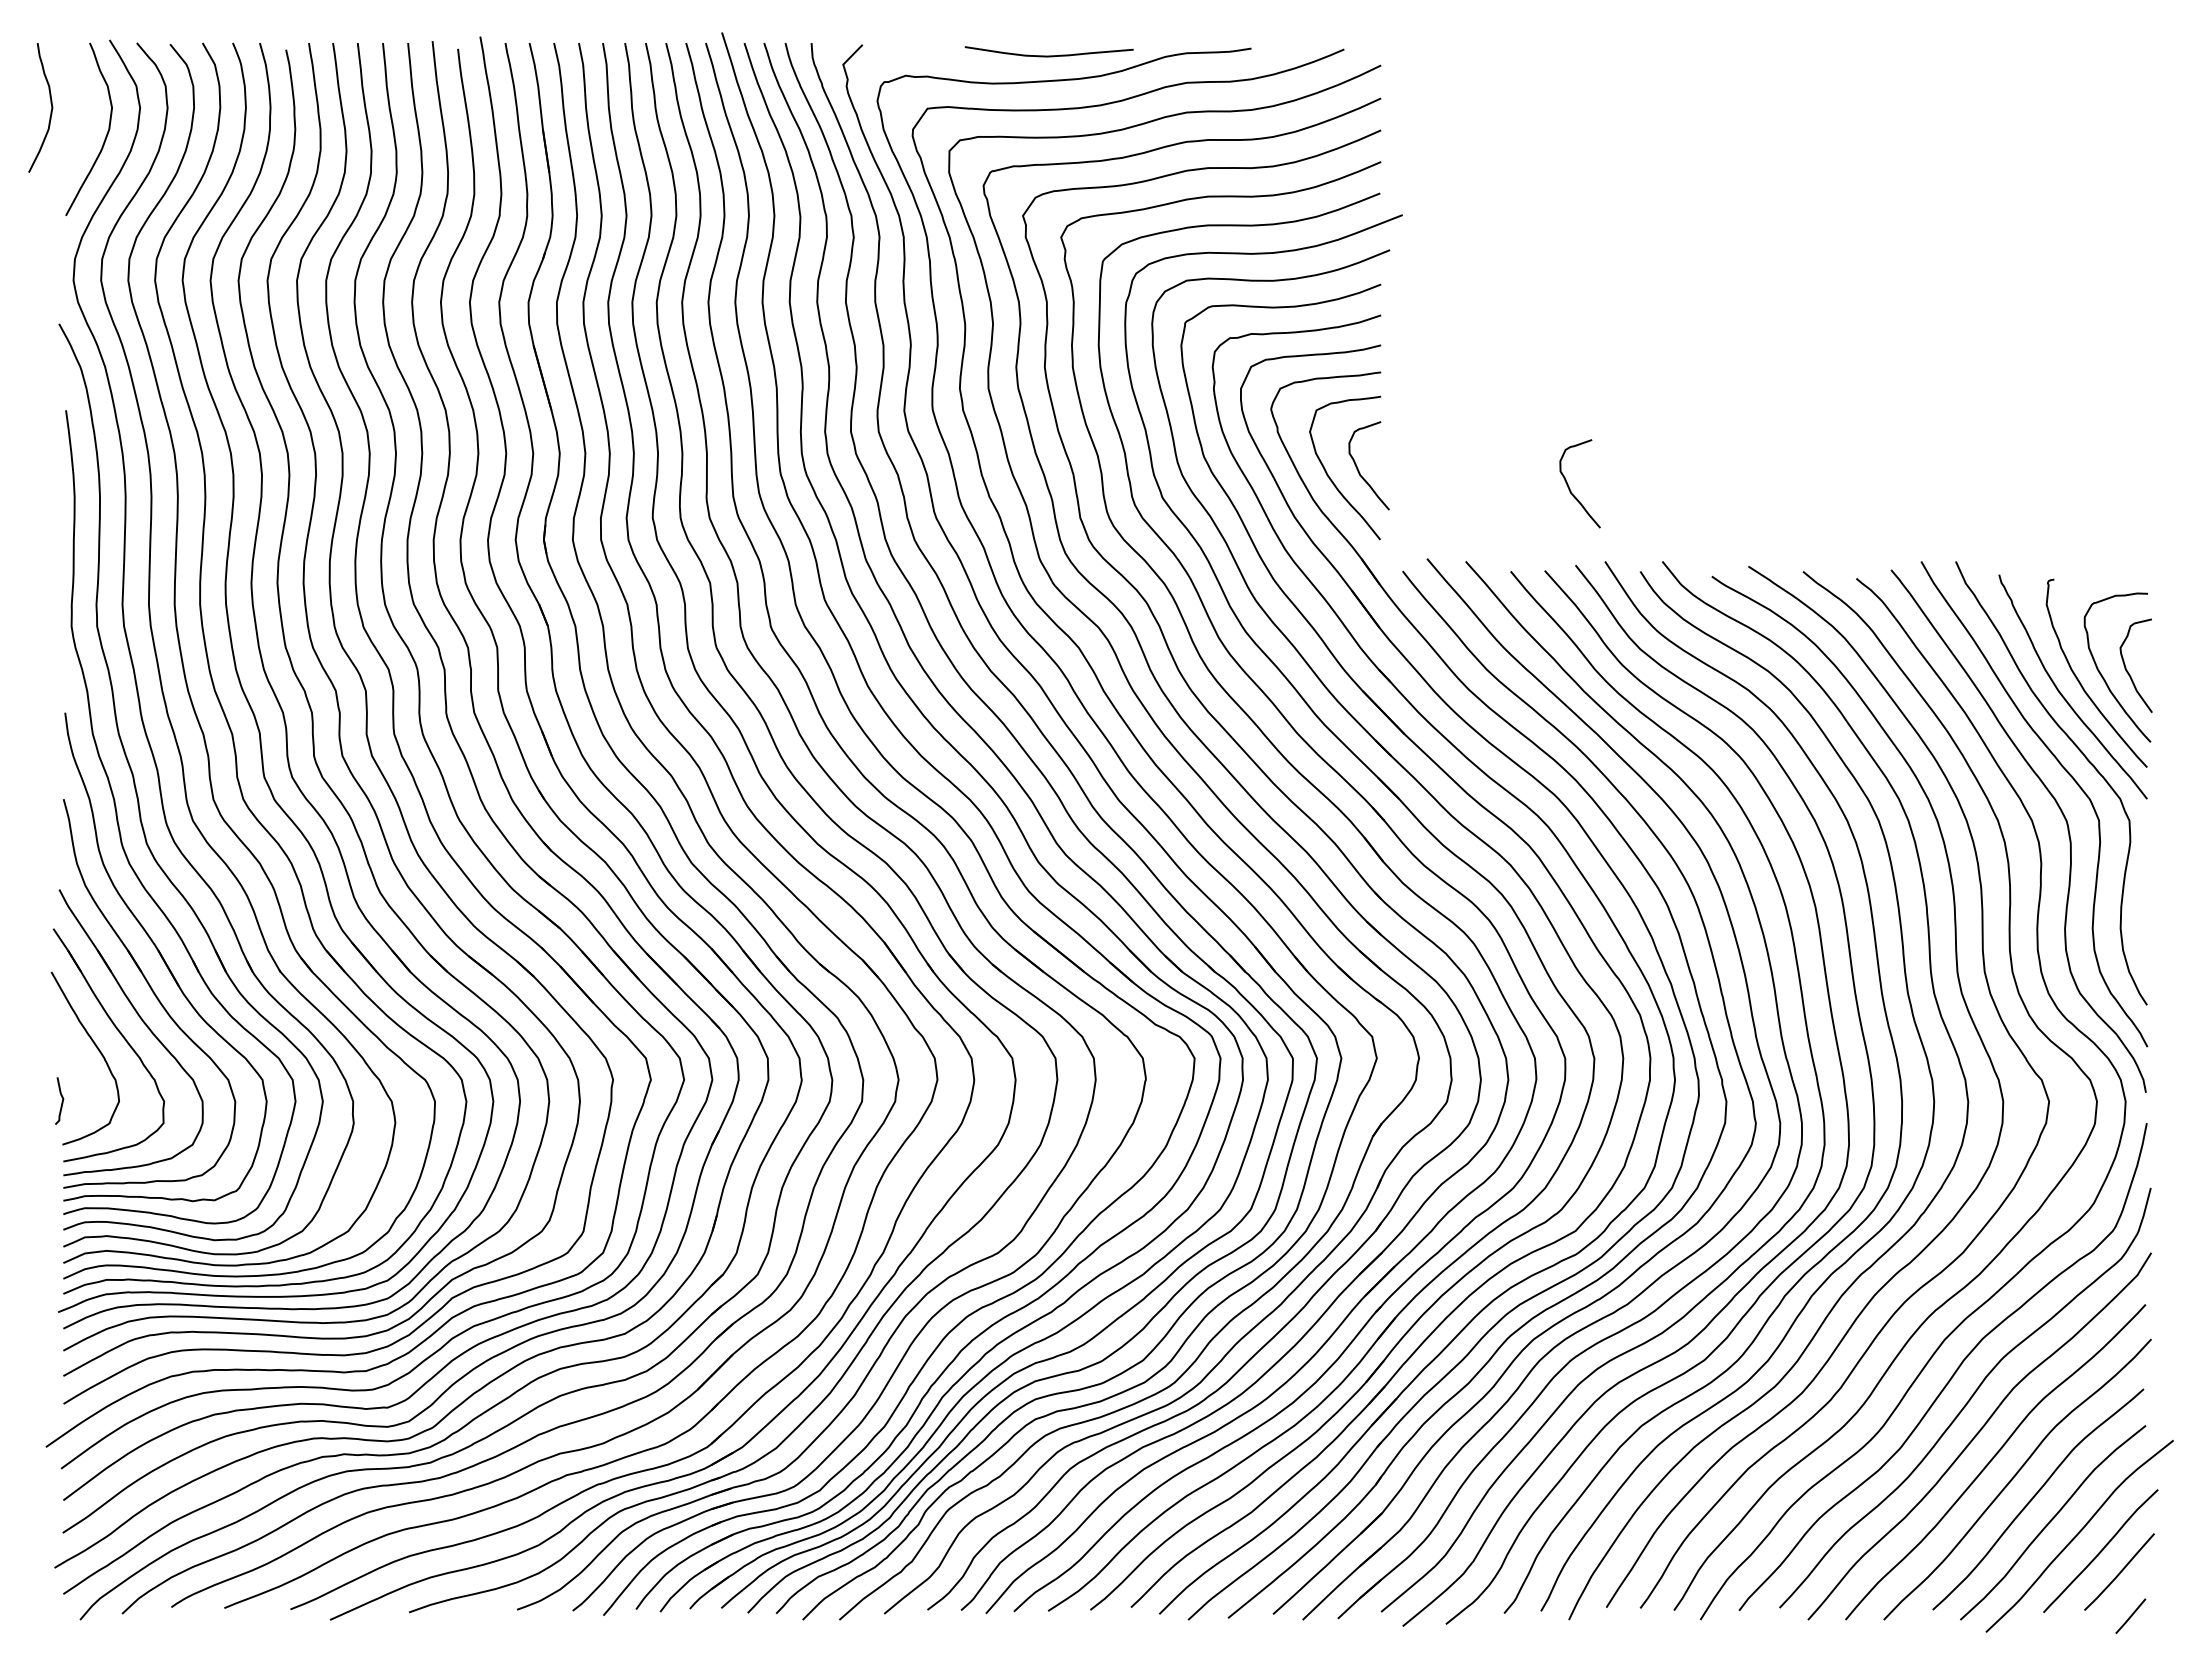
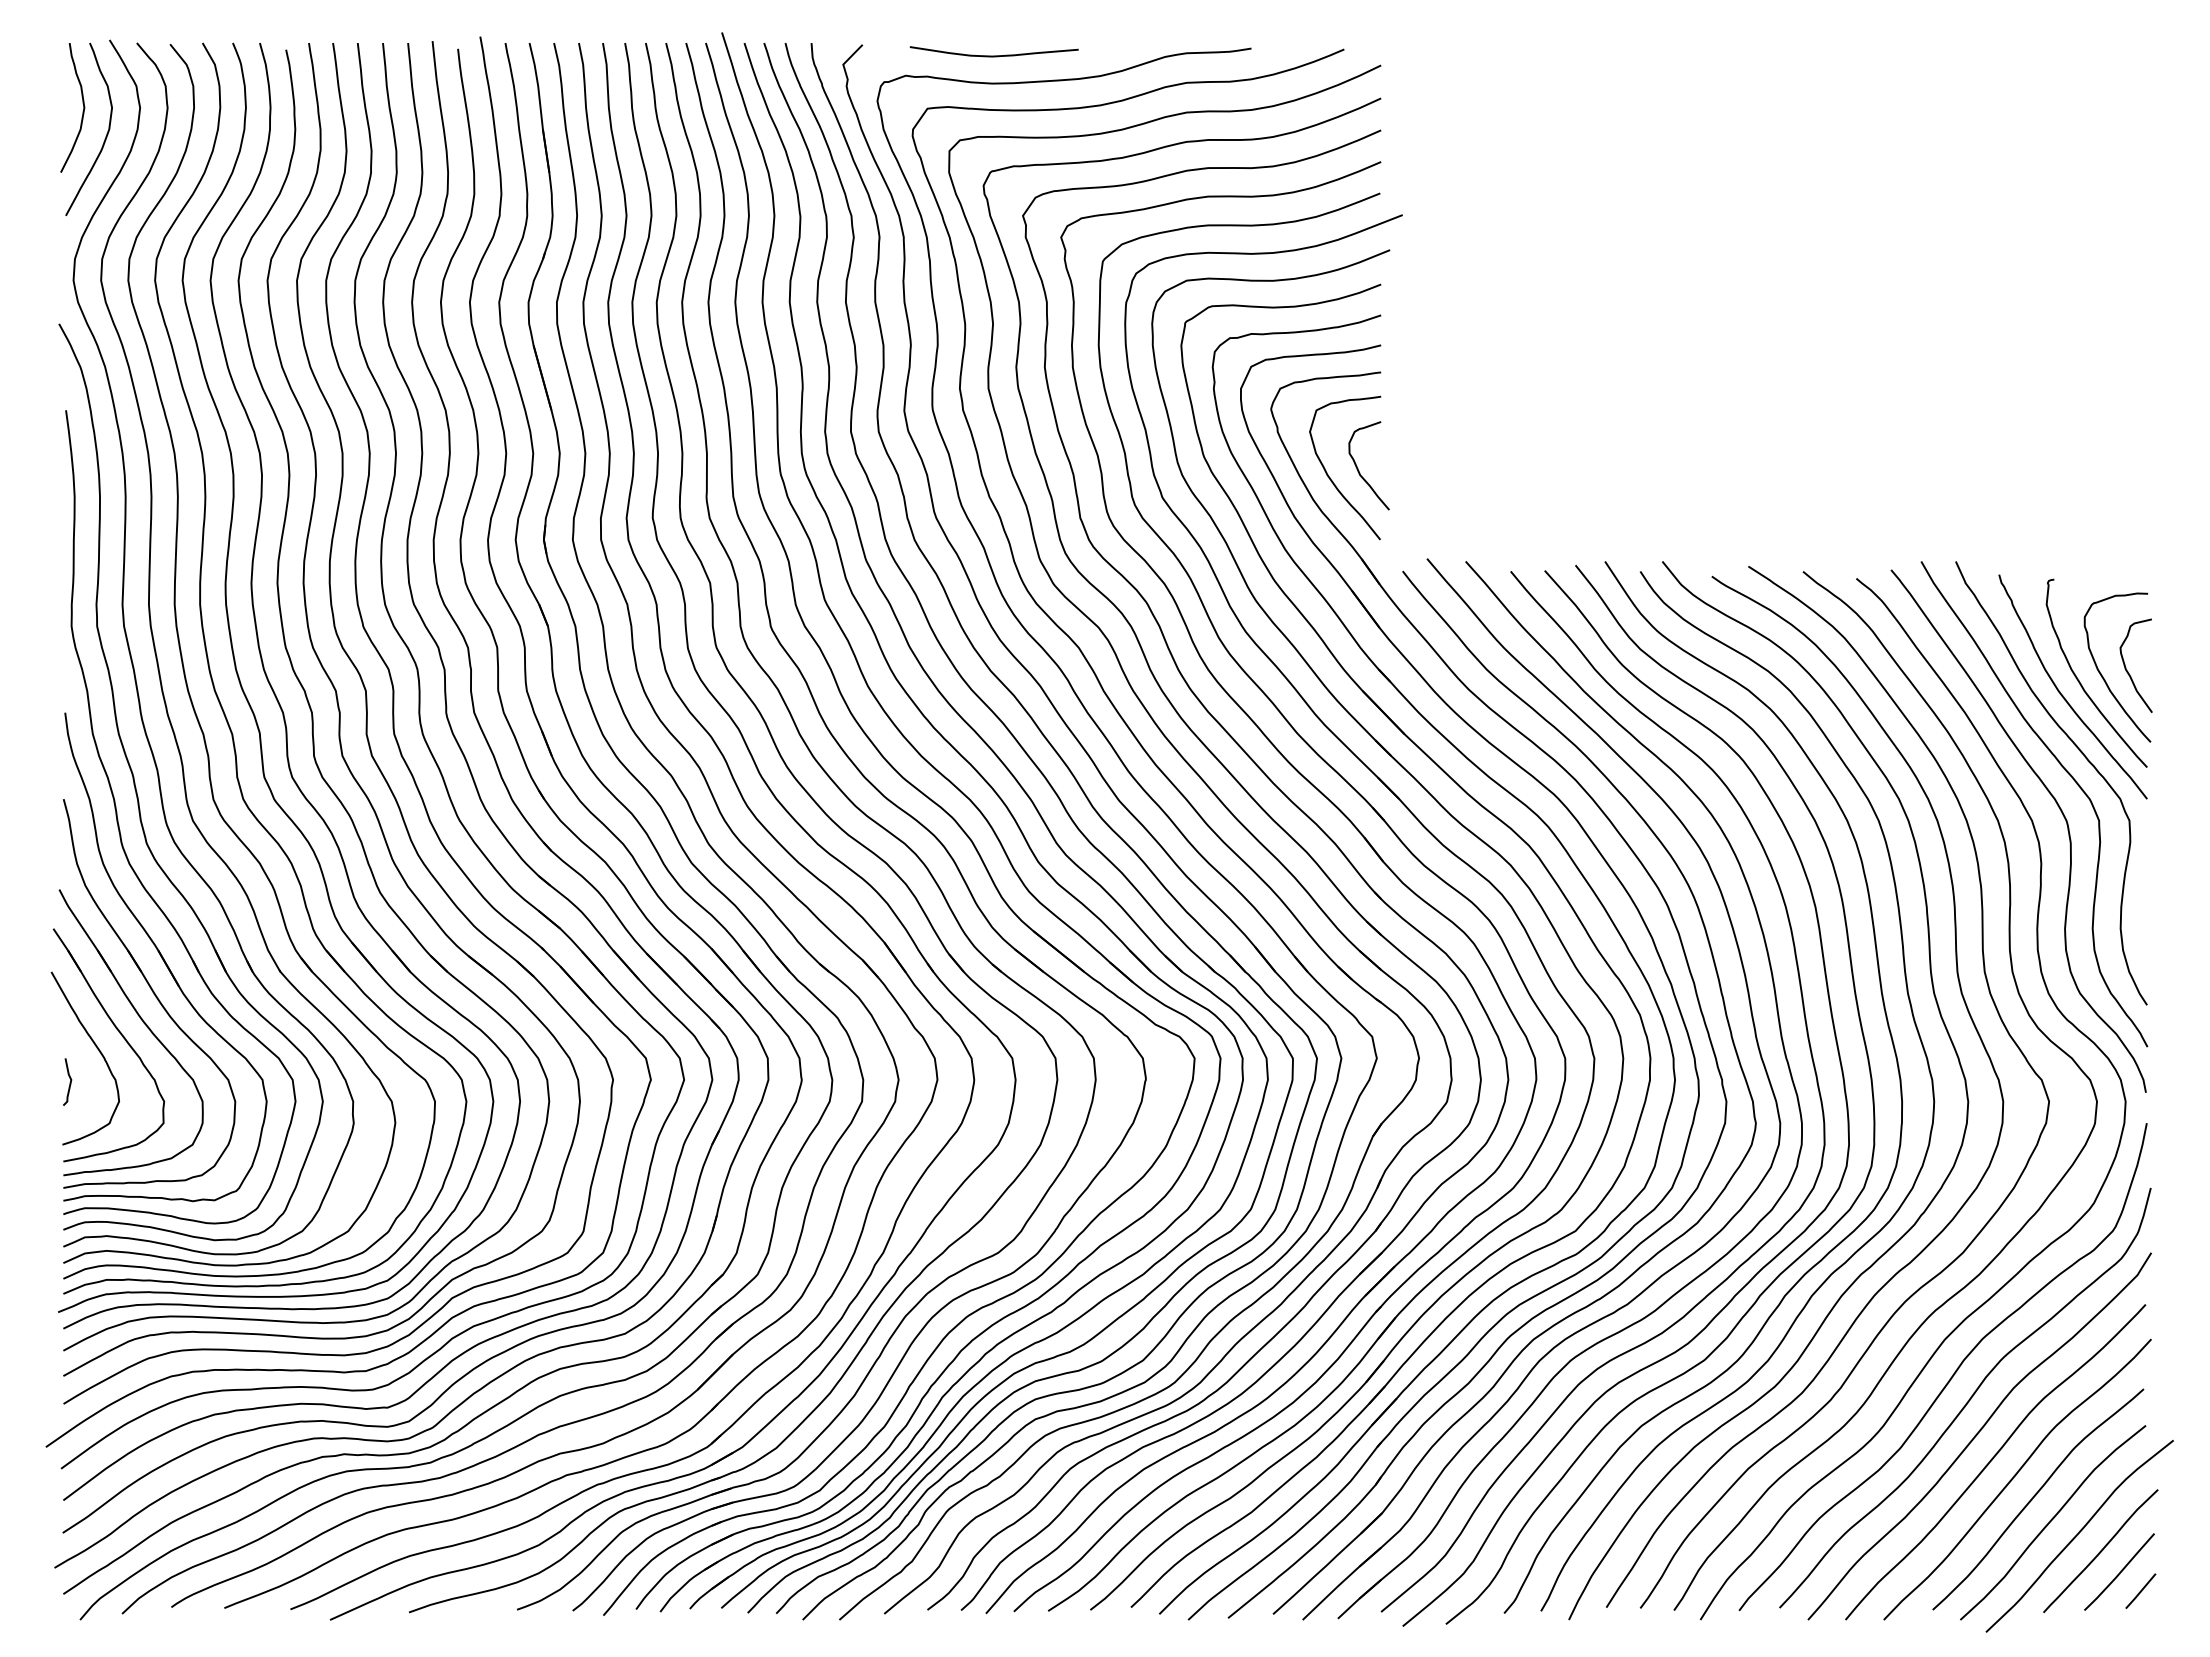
curve at (1048, 55) position: (1048, 55) -> (993, 55)
curve at (50, 103) position: (50, 103) -> (82, 103)
curve at (1570, 488): present -> none
curve at (61, 1101) position: (61, 1101) -> (69, 1082)
line at (2130, 1615) position: (2130, 1615) -> (2140, 1590)
